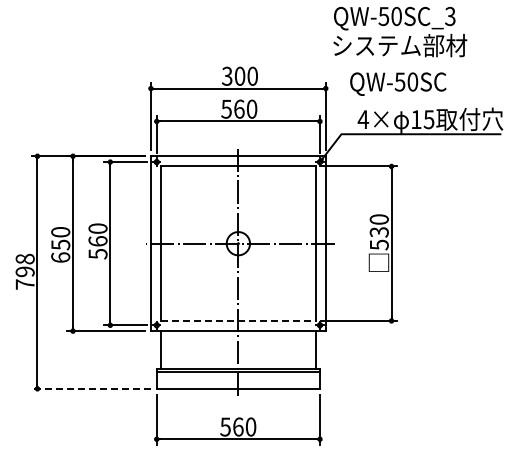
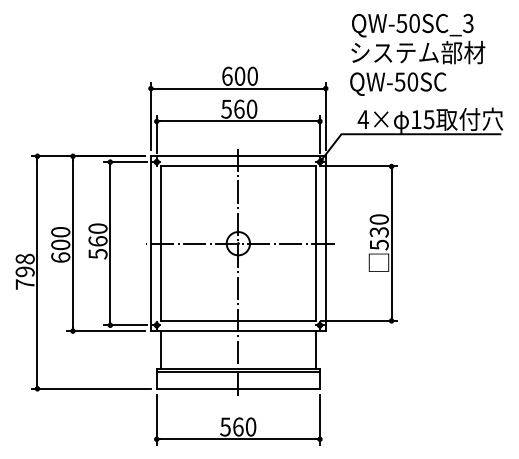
text at (400, 31) position: (400, 31) -> (418, 38)
text at (226, 75): 300 -> 600
text at (60, 244): 650 -> 600
line at (238, 320): dashed -> solid
line at (91, 388): dashed -> solid
